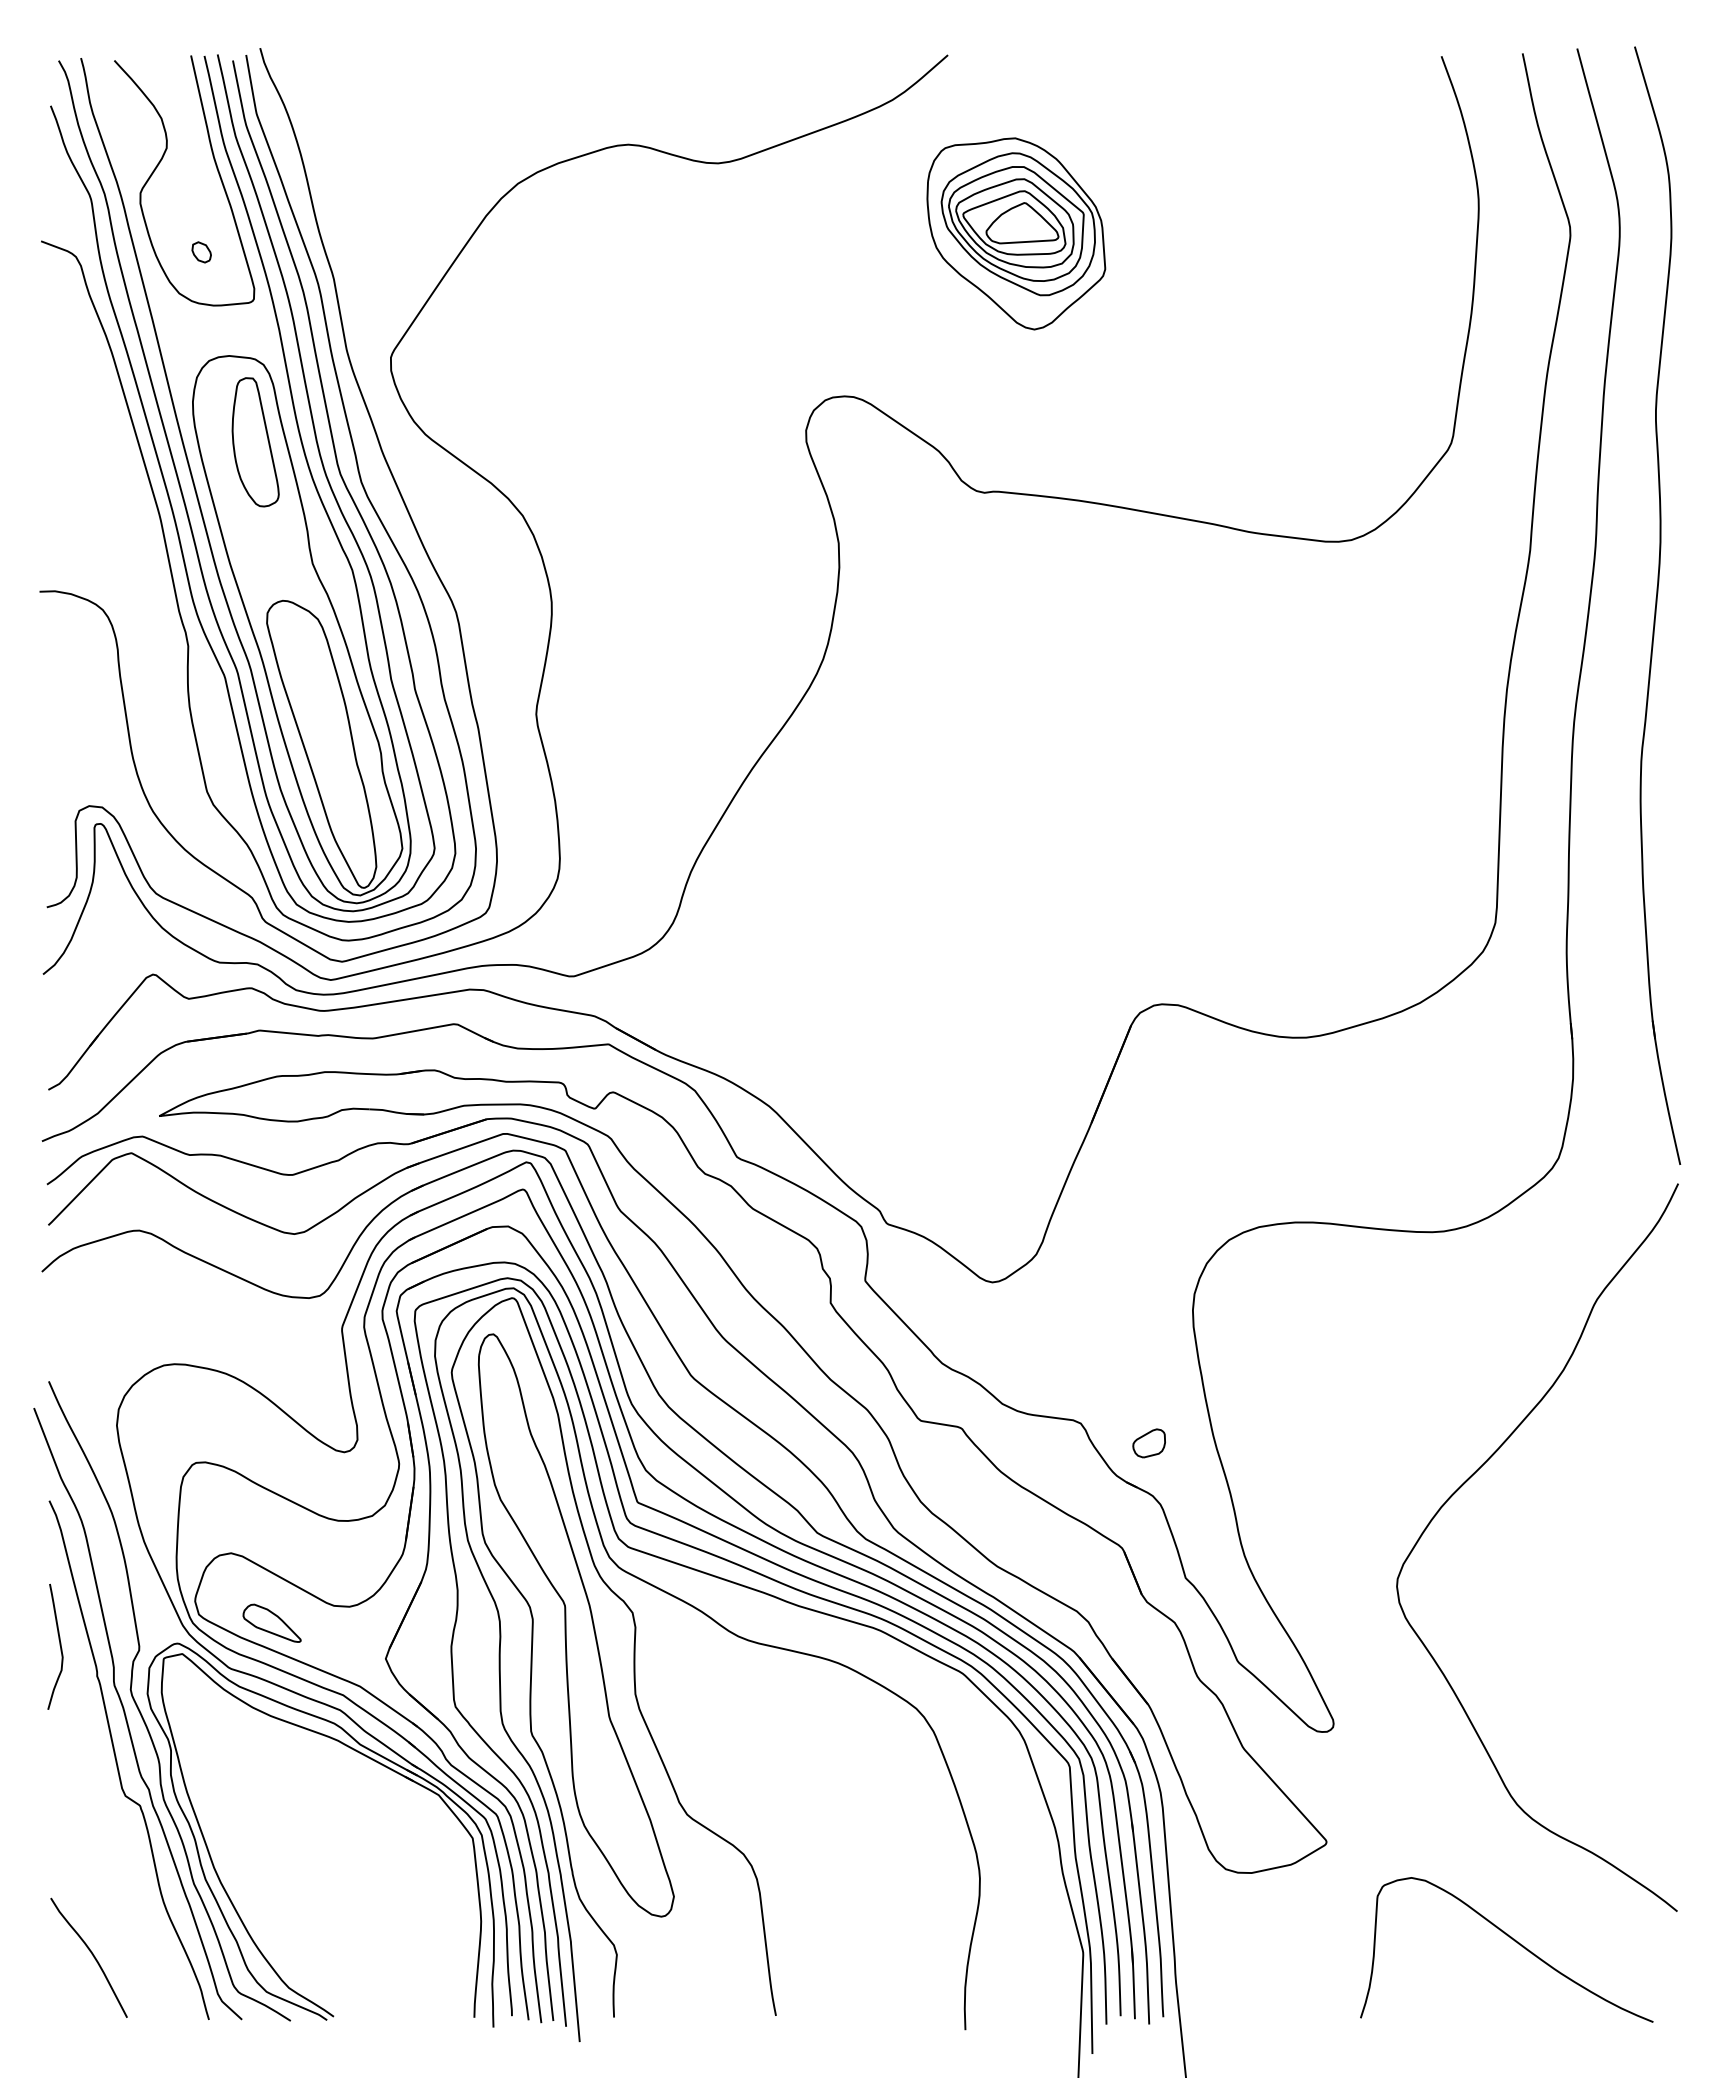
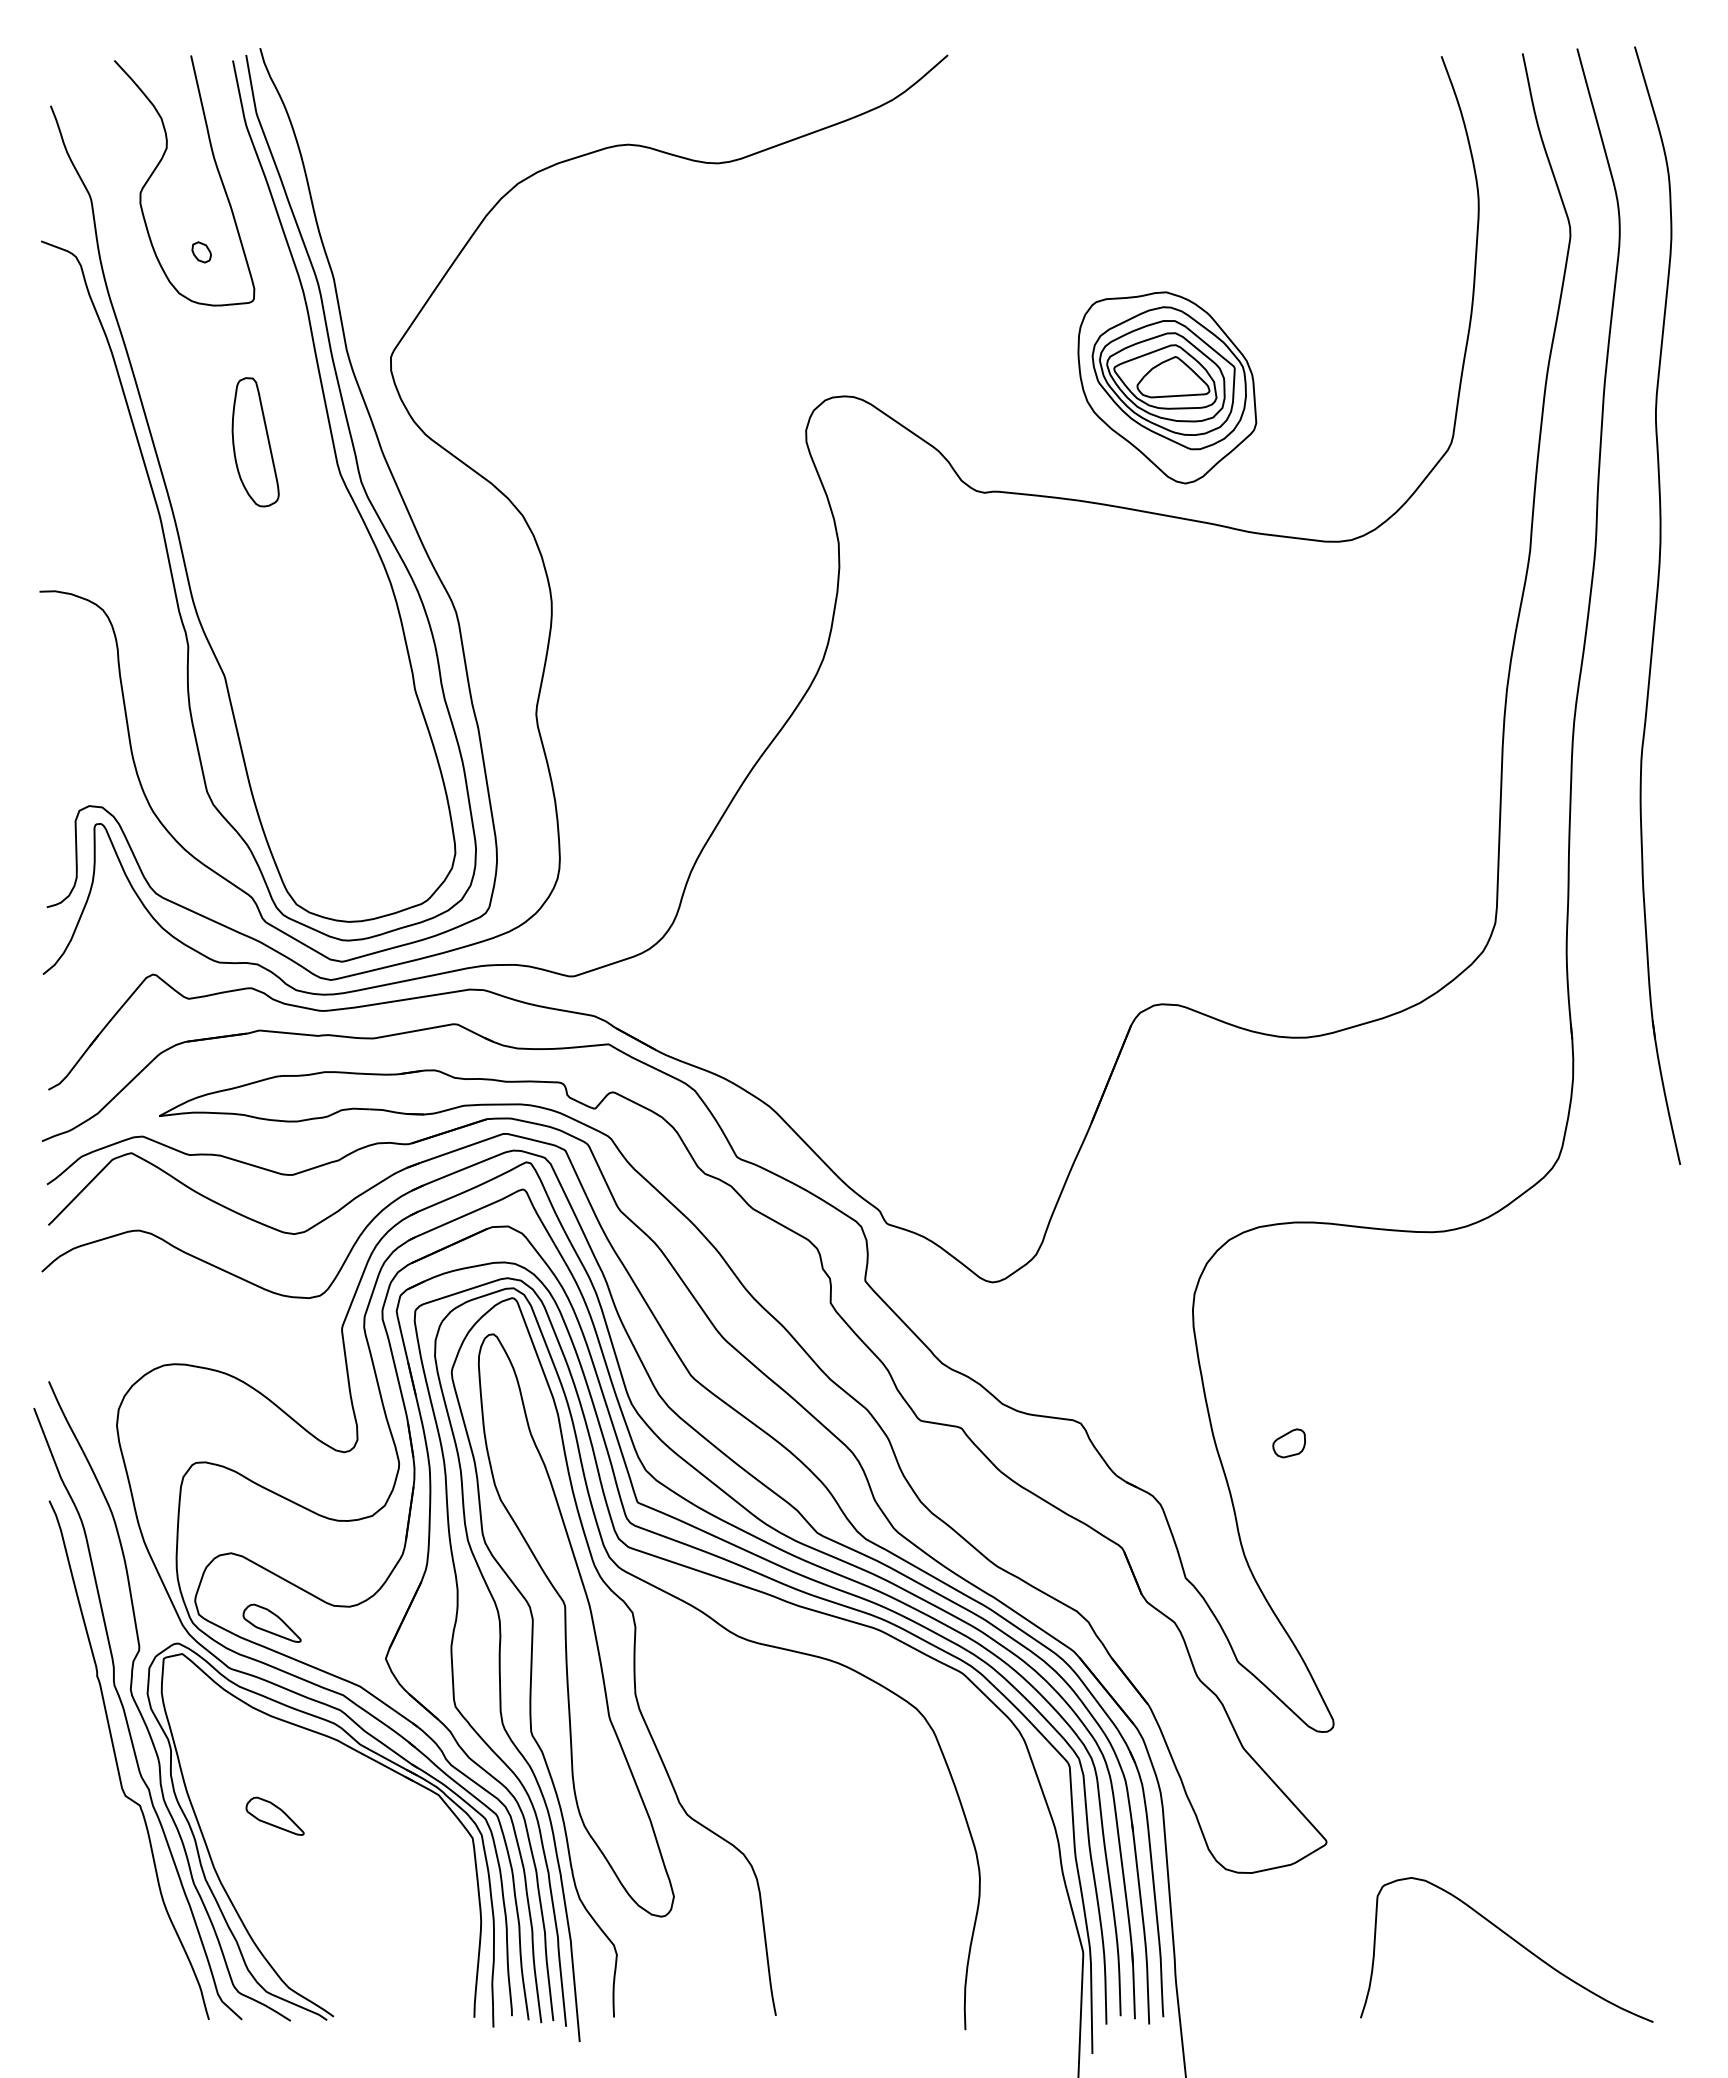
part at (1016, 233) position: (1016, 233) -> (1167, 387)
part at (246, 483): present -> none
part at (1148, 1443) position: (1148, 1443) -> (1288, 1443)
curve at (1469, 1479): present -> none
curve at (59, 1645): present -> none
part at (274, 1815): none -> present
curve at (91, 1954): present -> none
